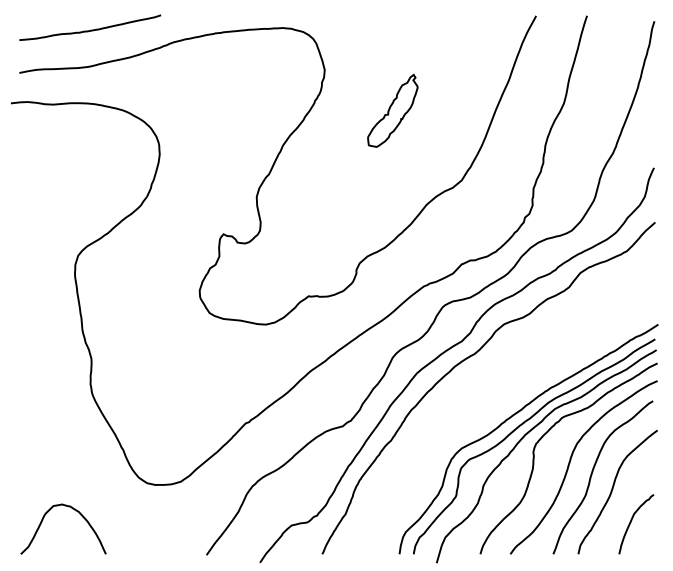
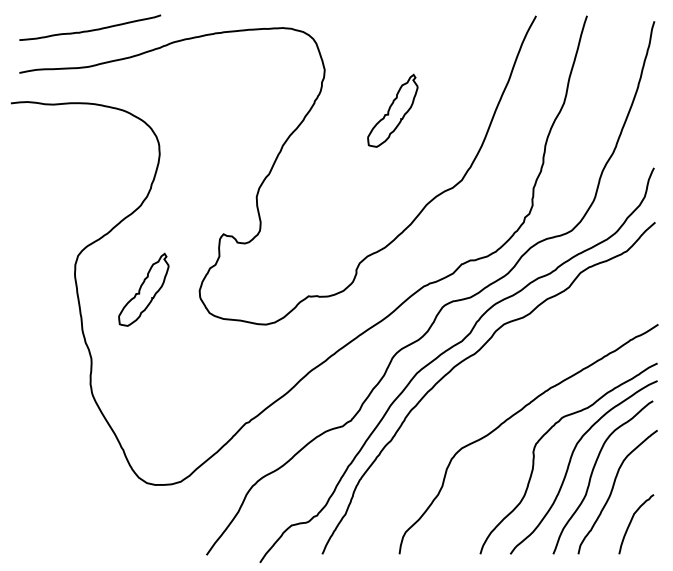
part at (143, 289): none -> present
part at (523, 438): present -> none
curve at (72, 509): present -> none
